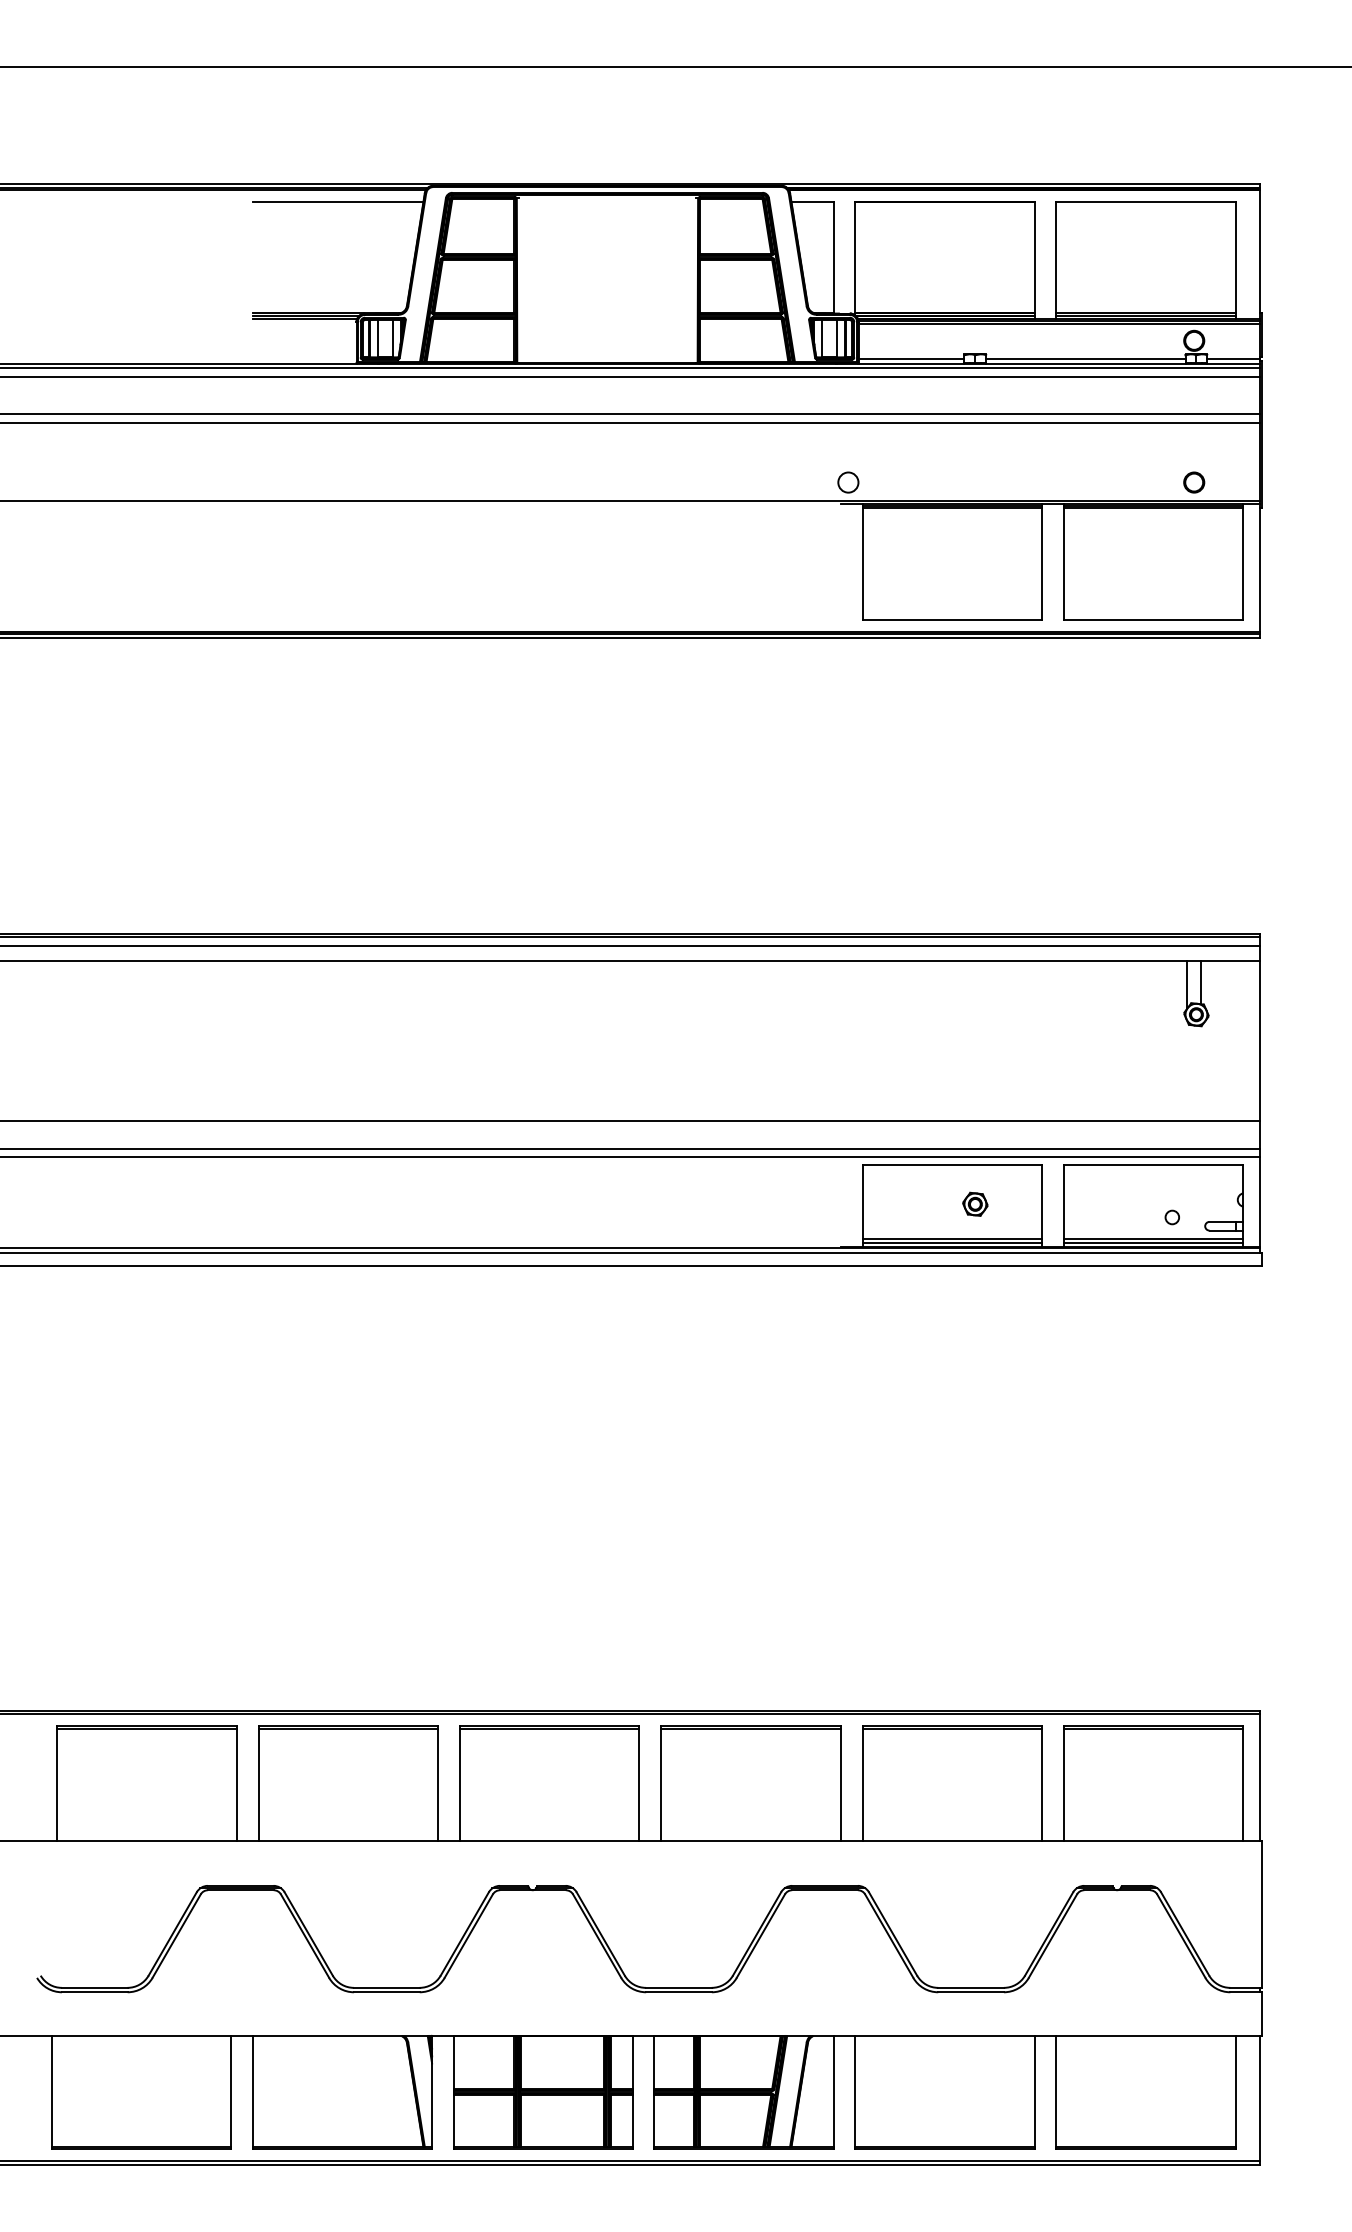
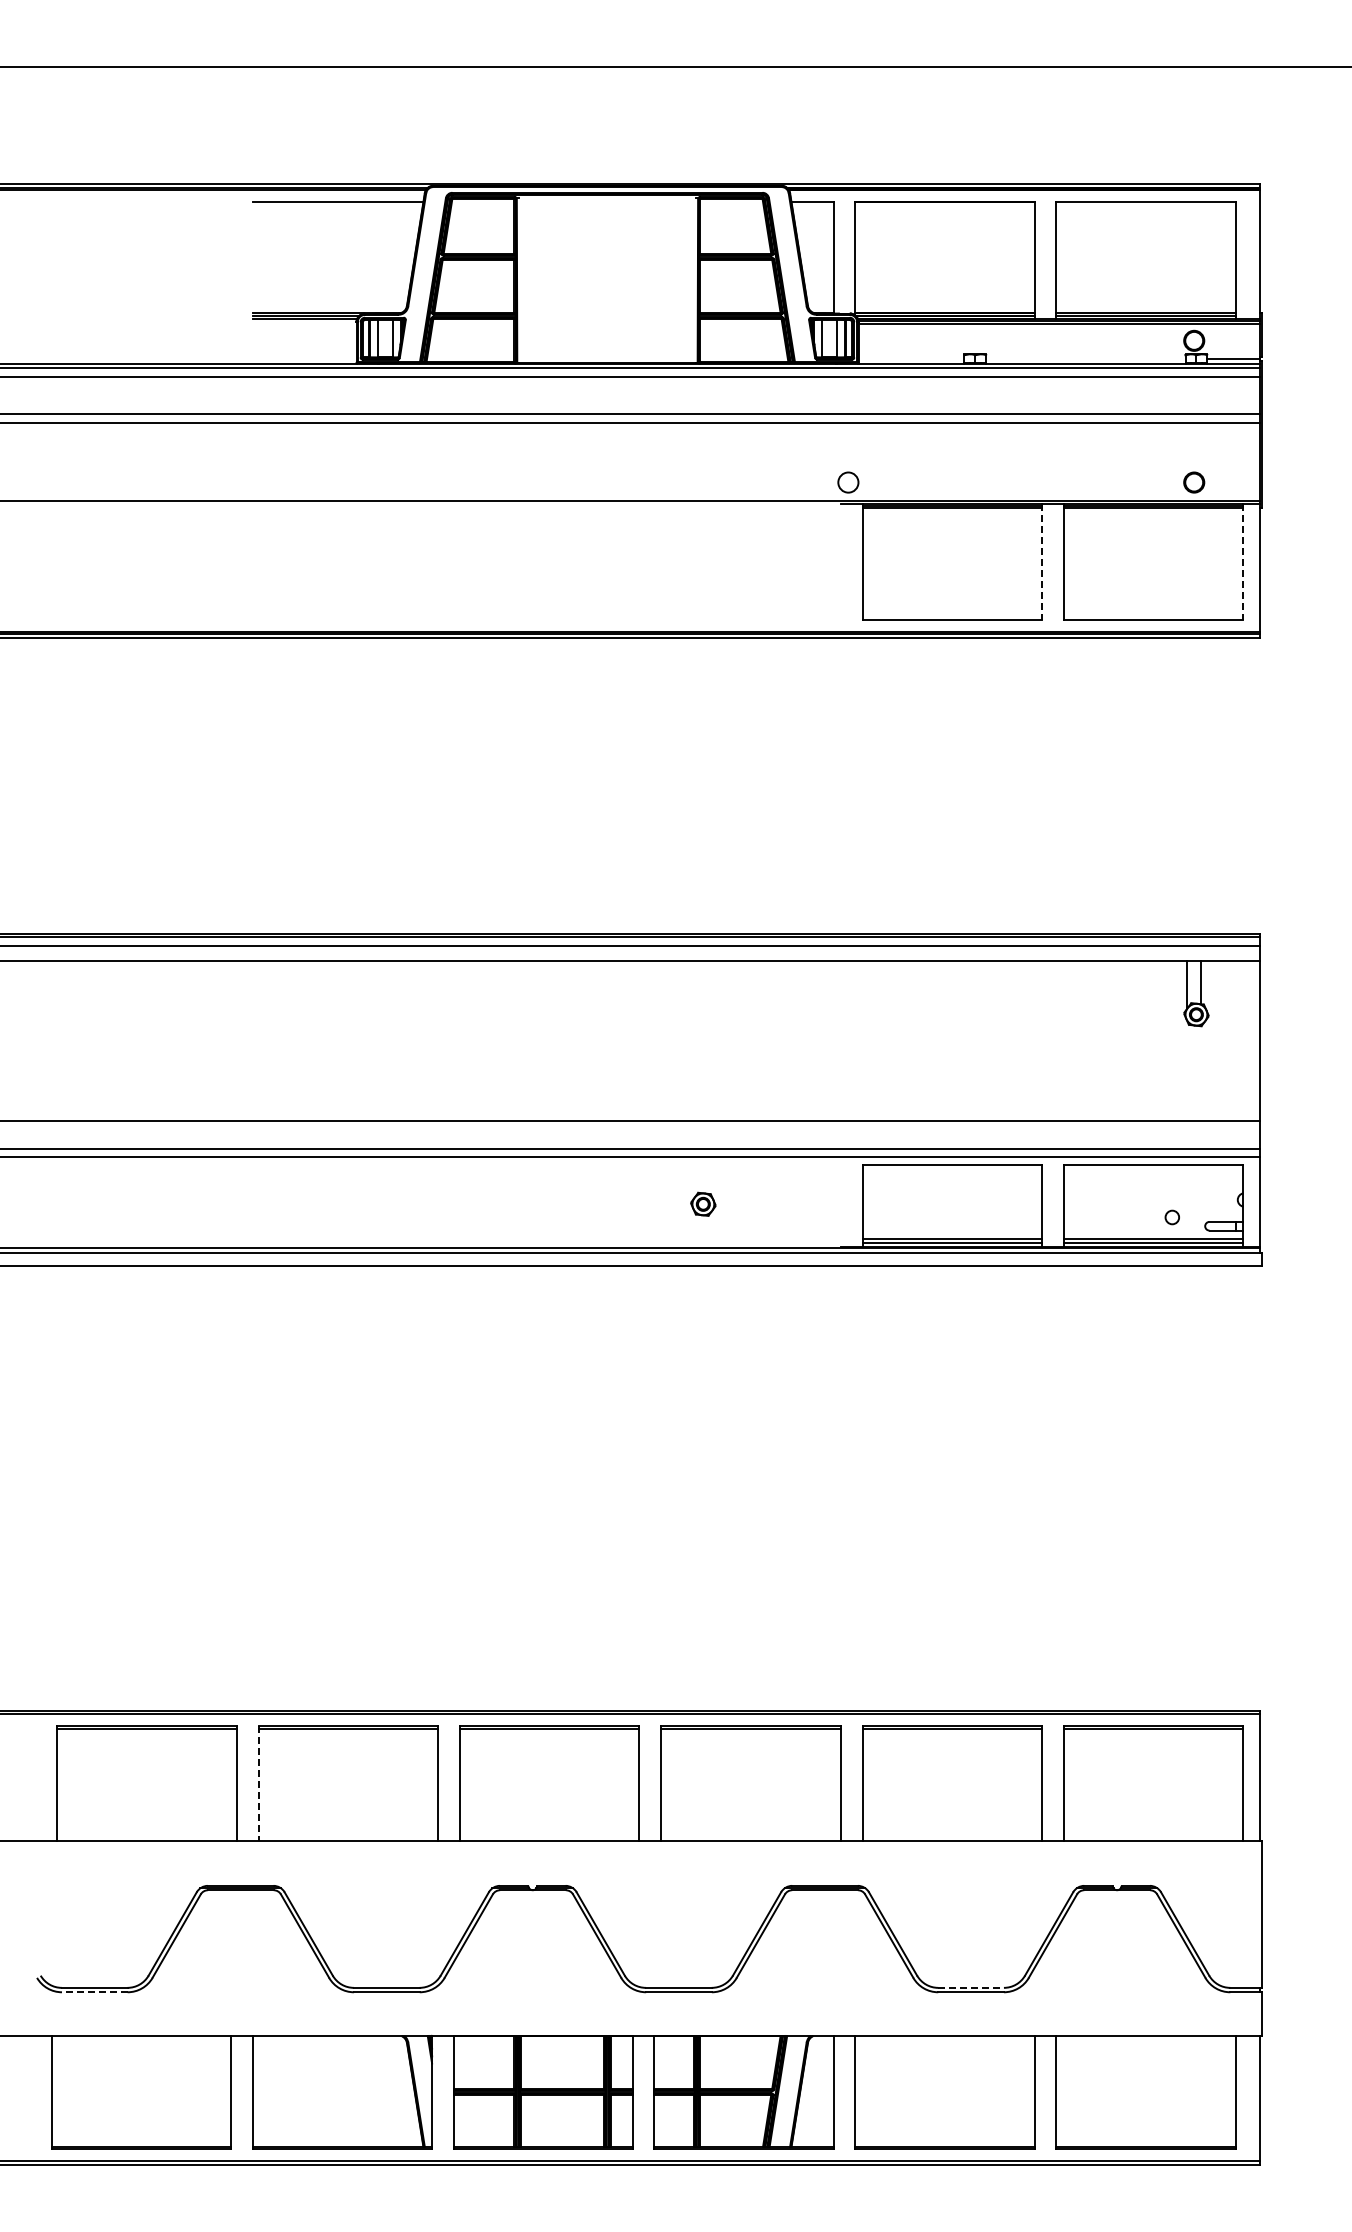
line at (911, 359): present -> none
line at (1085, 359): present -> none
line at (1042, 562): solid -> dashed
line at (1243, 562): solid -> dashed
part at (975, 1203) position: (975, 1203) -> (703, 1203)
line at (258, 1783): solid -> dashed
line at (971, 1987): solid -> dashed
line at (94, 1992): solid -> dashed
